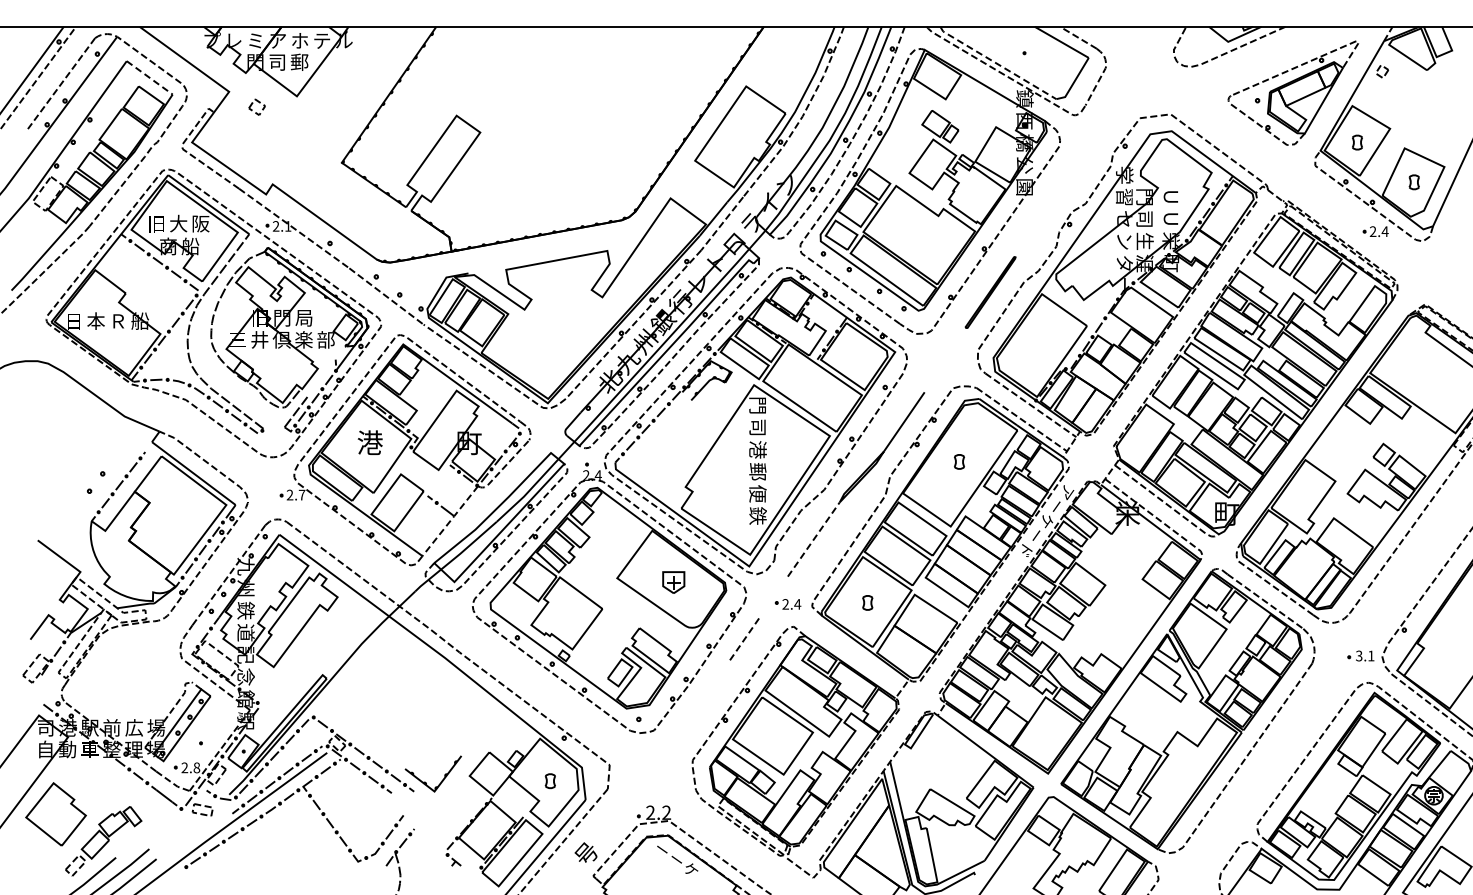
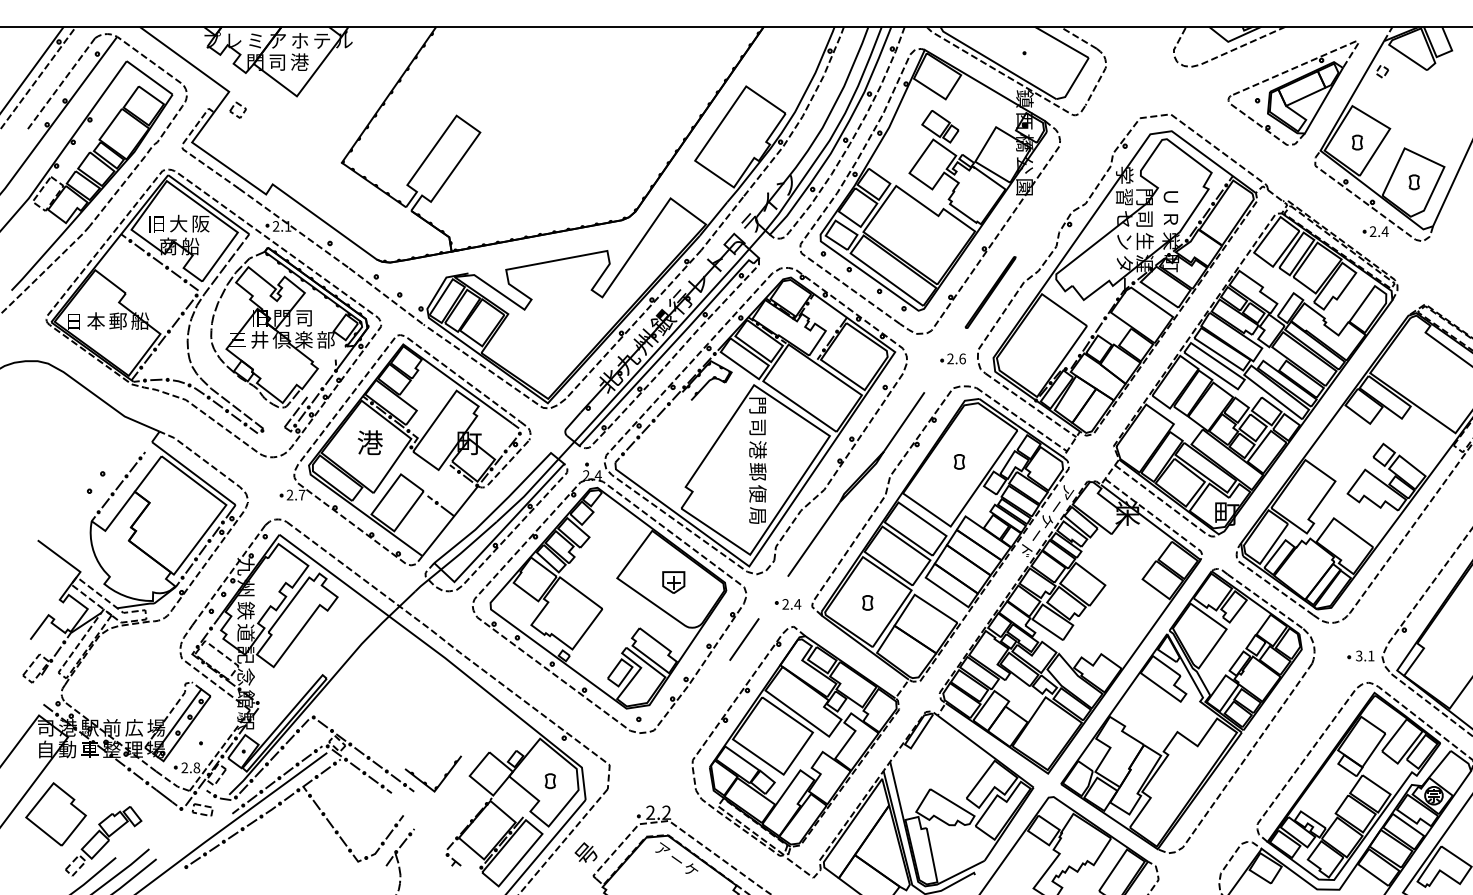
text at (299, 61): 郵 -> 港
line at (997, 63): dashed -> solid
line at (150, 78): dashed -> solid
part at (256, 106) position: (256, 106) -> (237, 109)
text at (1170, 218): Ｕ -> Ｒ
text at (303, 318): 局 -> 司
text at (117, 320): Ｒ -> 郵
part at (952, 358): none -> present
text at (757, 515): 鉄 -> 局
line at (450, 520): dashed -> solid
line at (814, 539): dashed -> solid
line at (744, 639): dashed -> solid
text at (662, 847): ー -> ア
